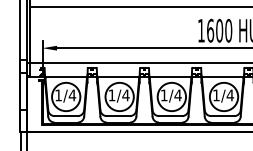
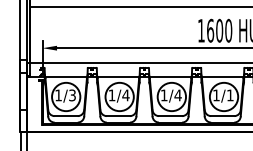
text at (72, 95): 1/4 -> 1/3
text at (230, 95): 1/4 -> 1/1
